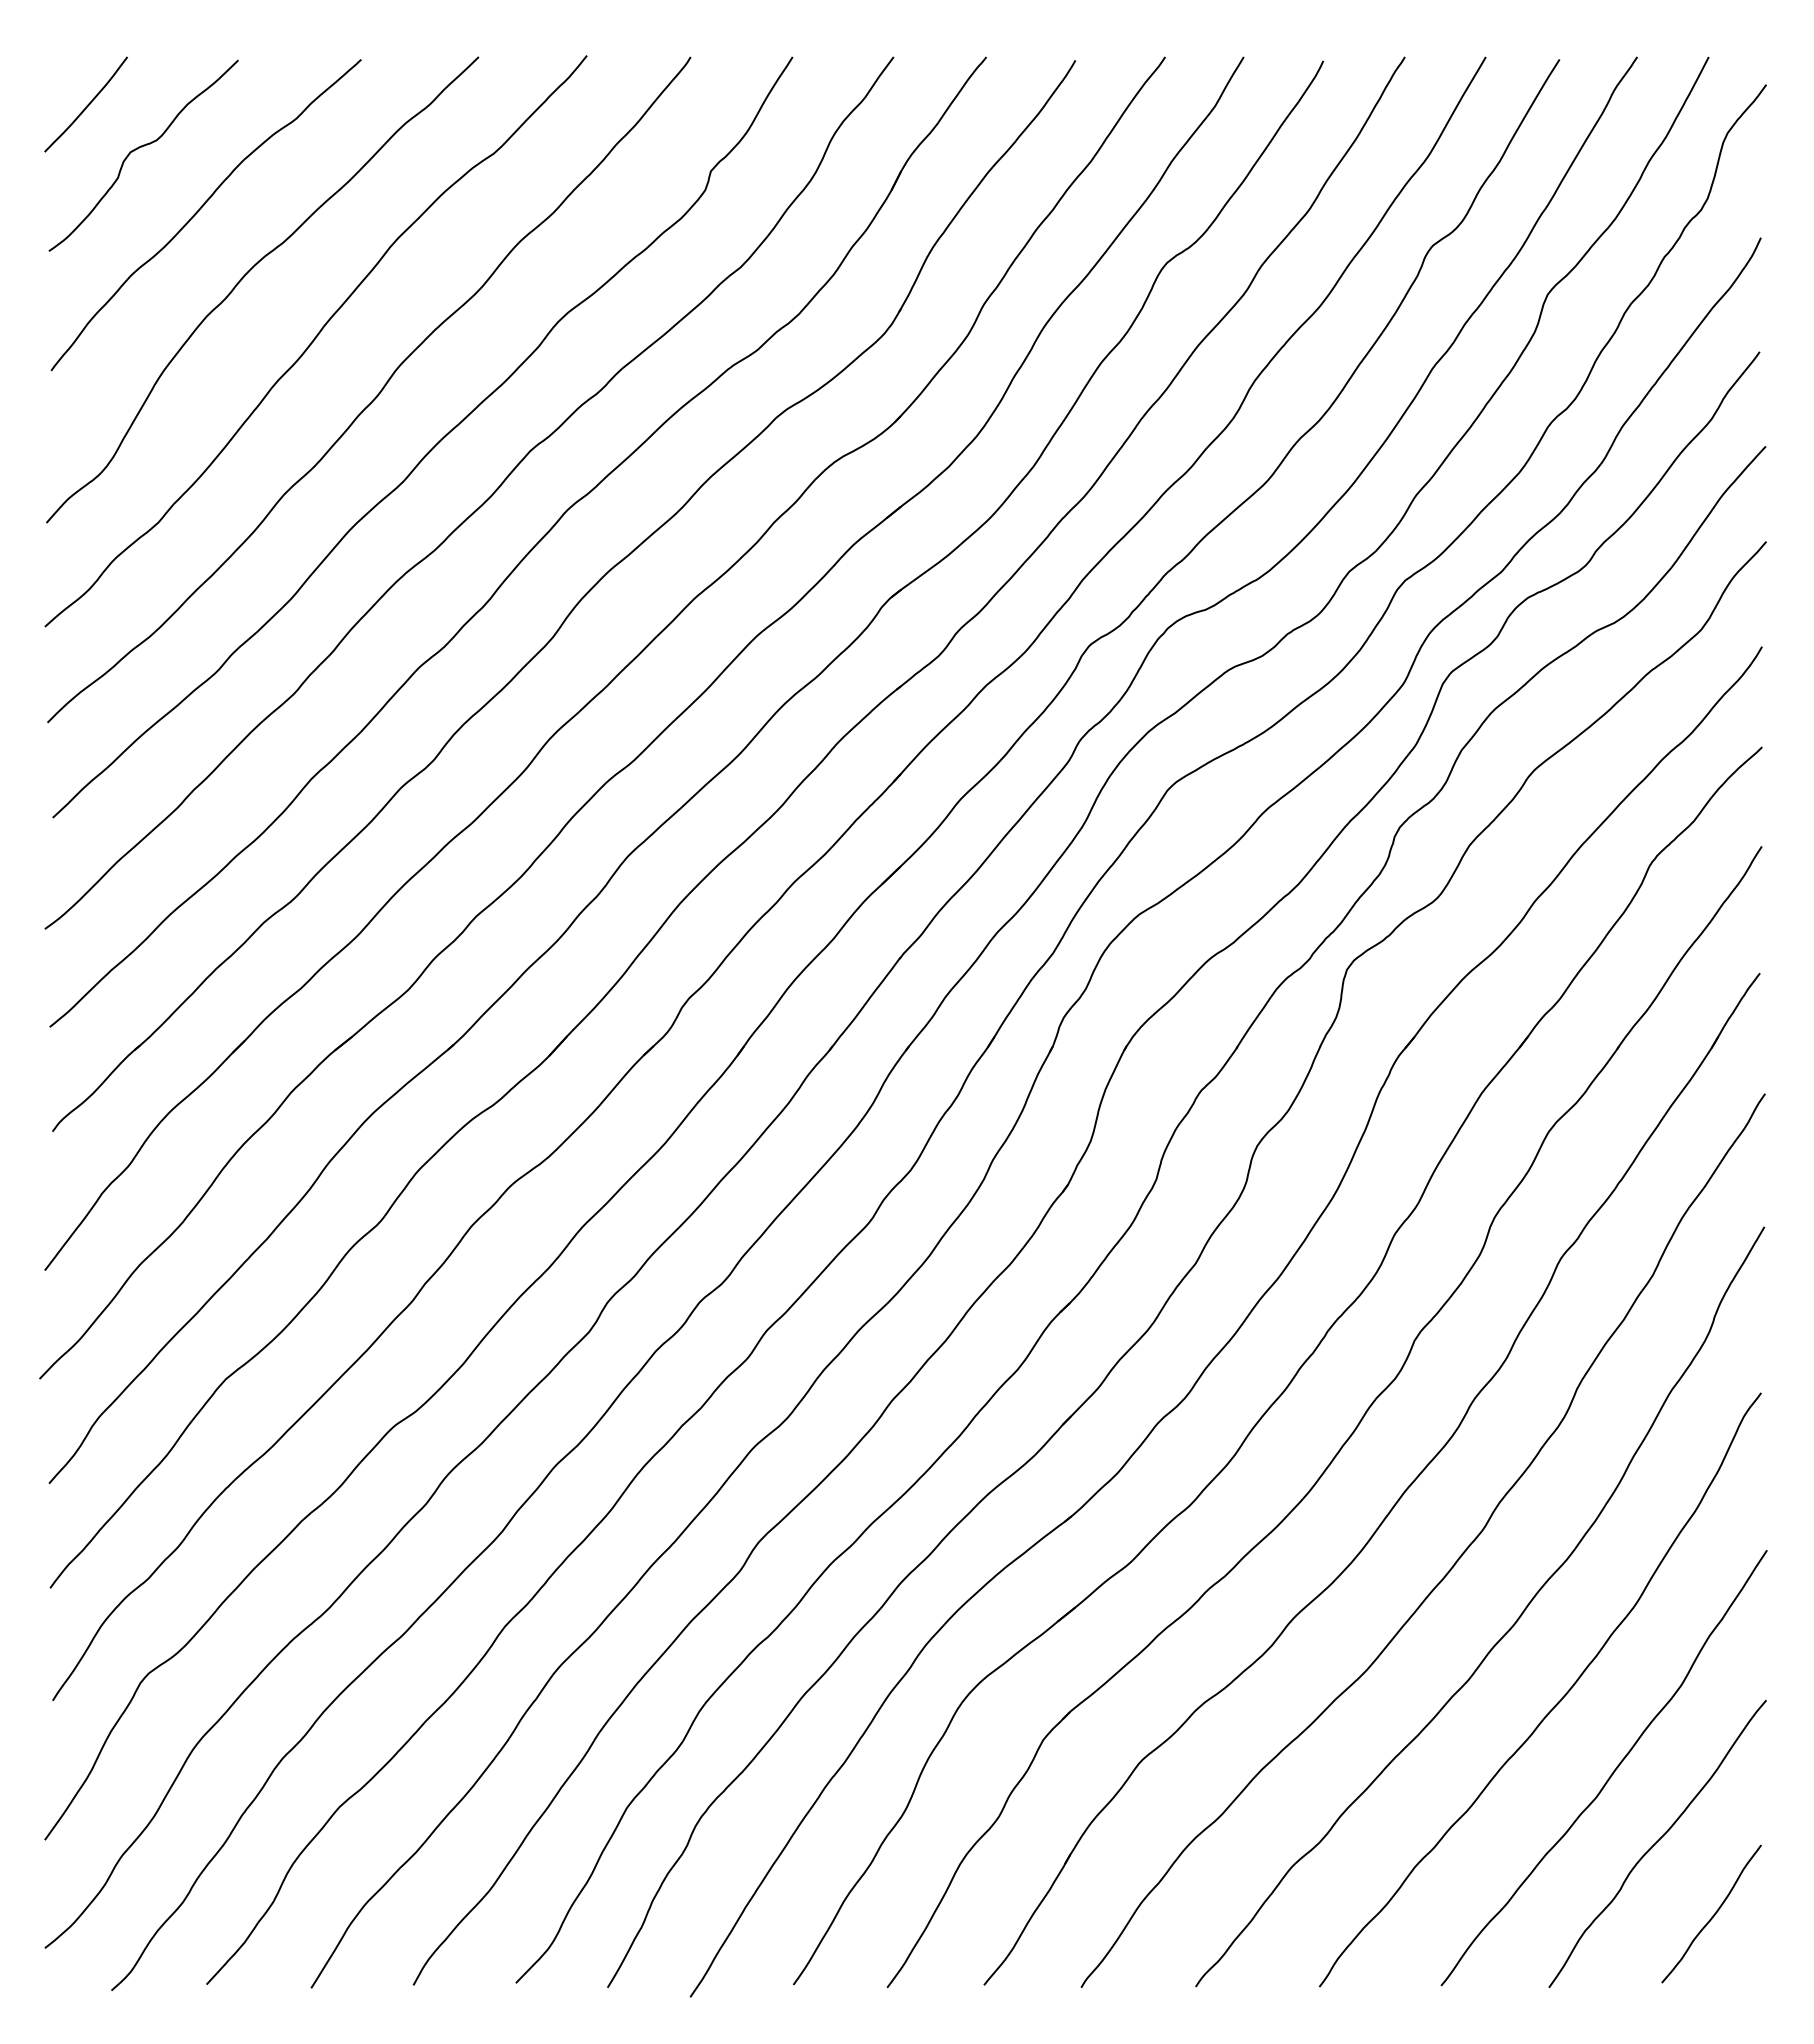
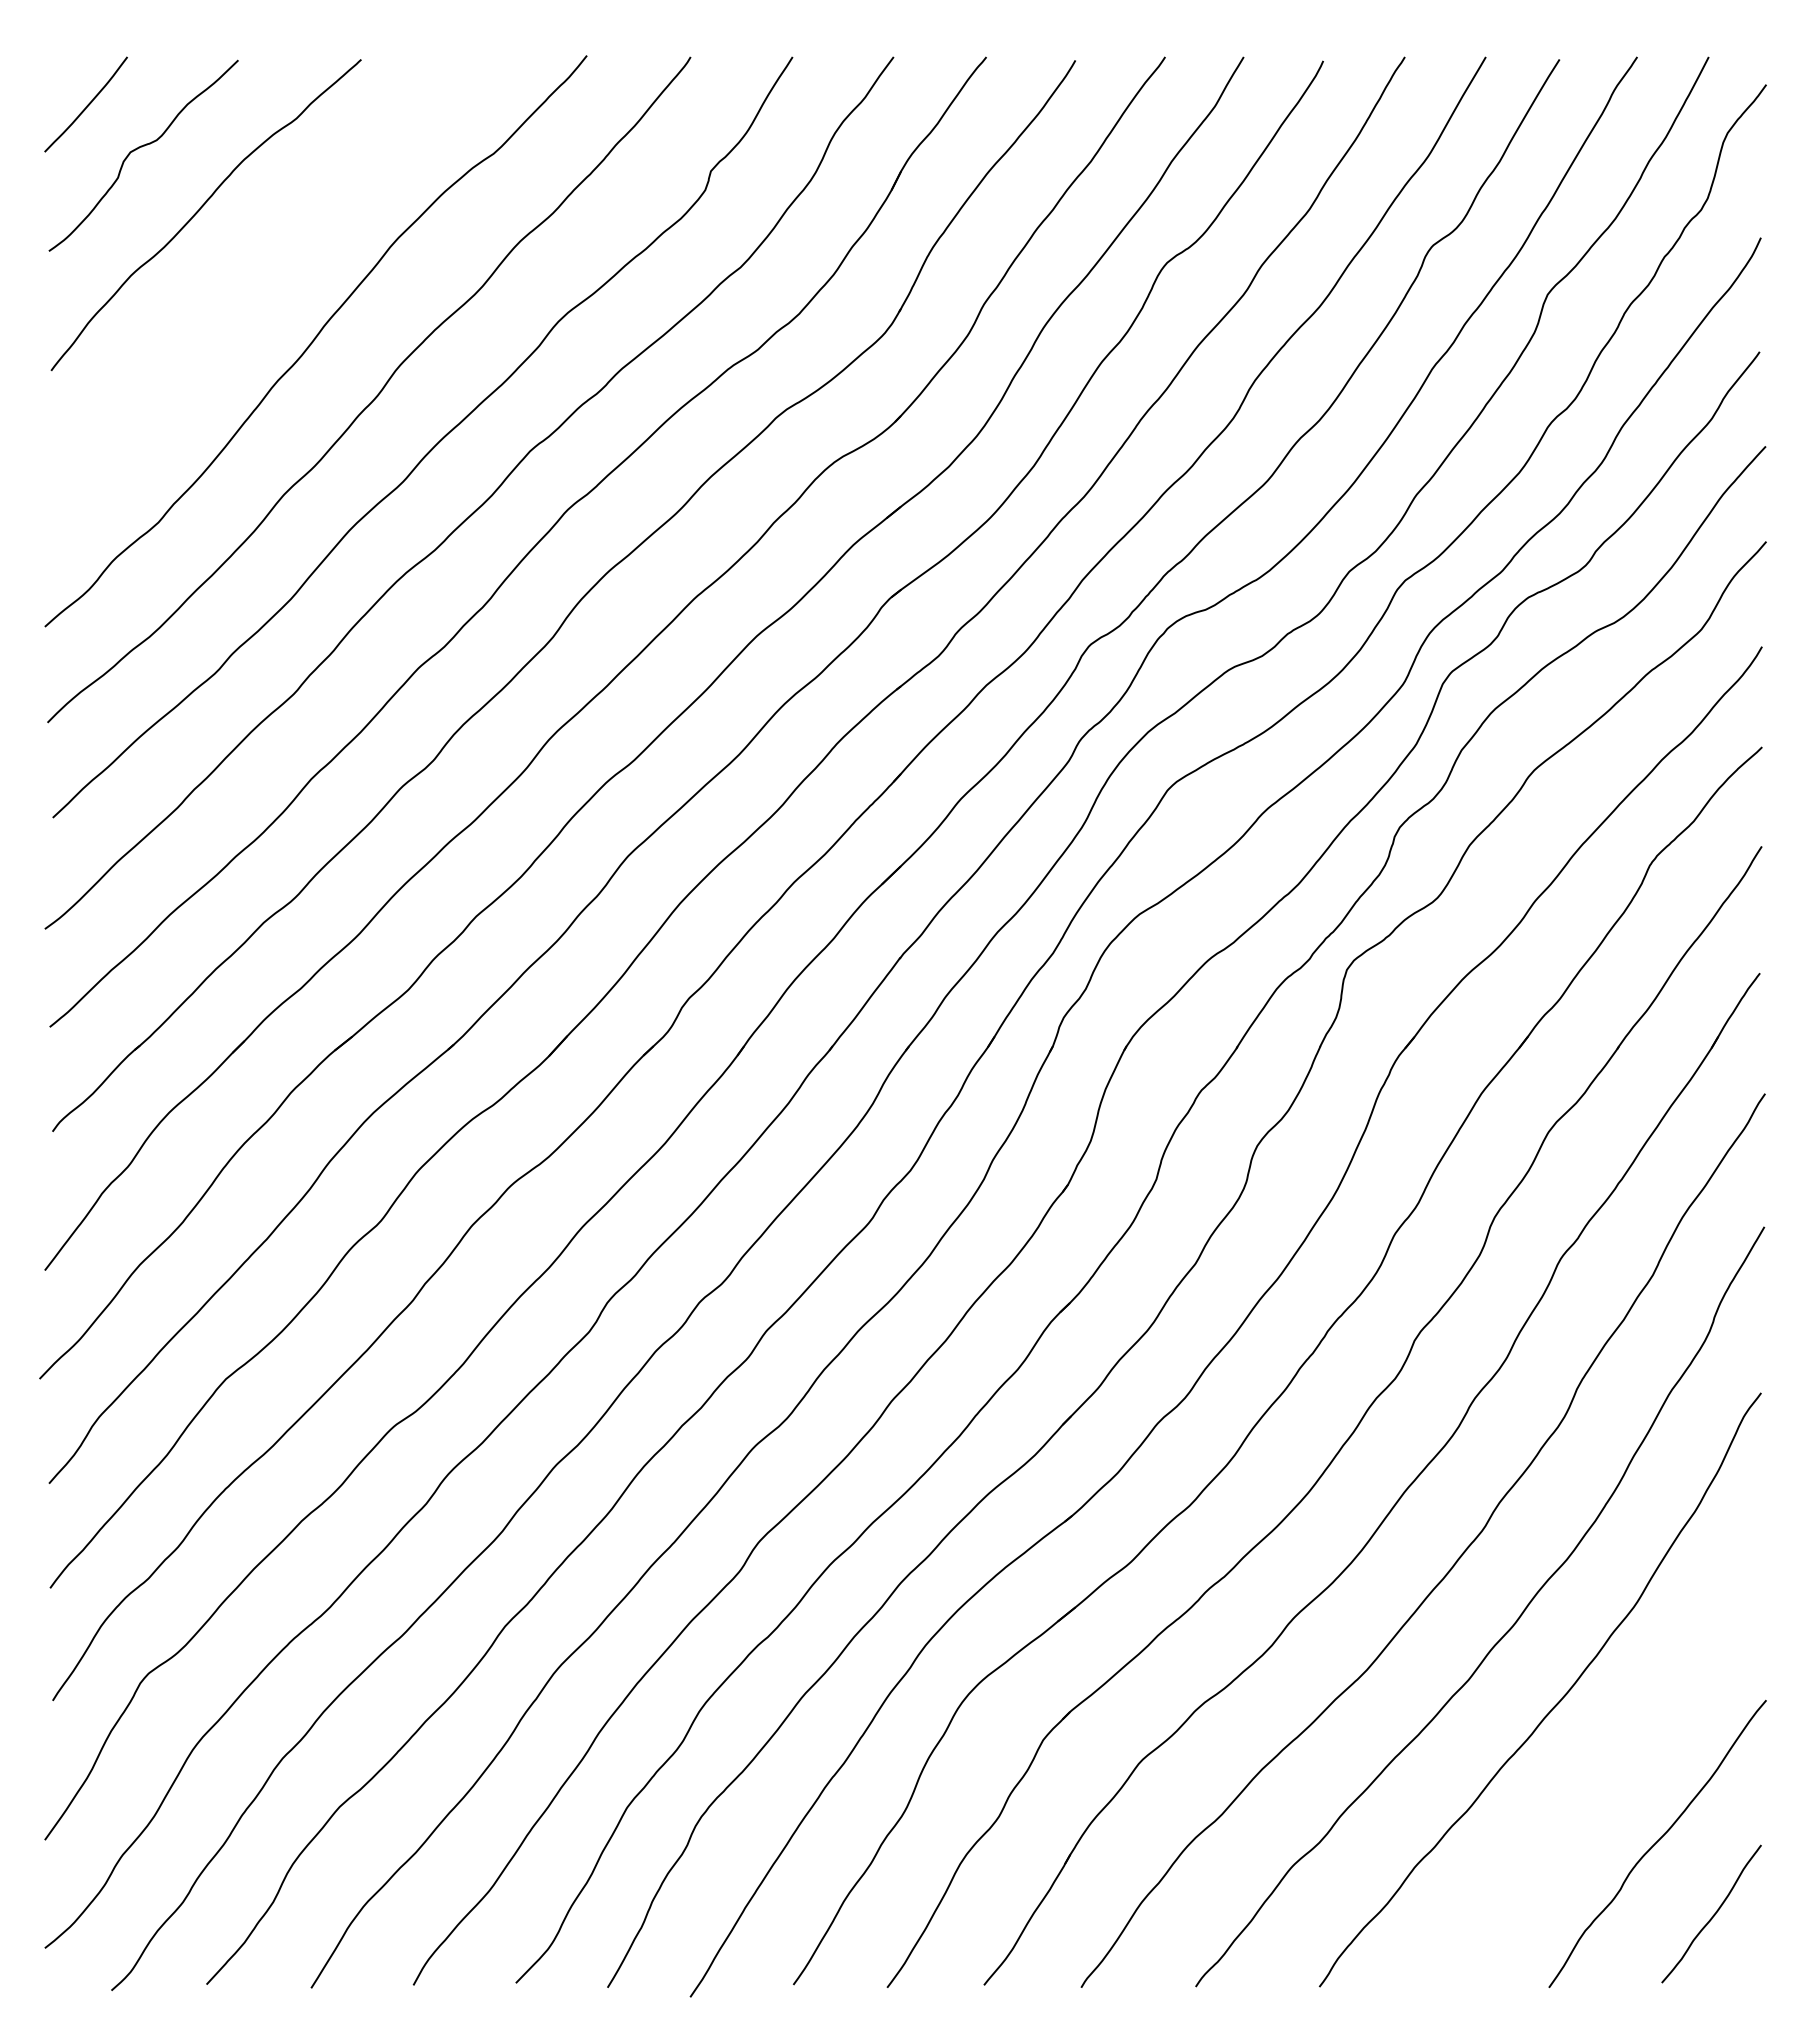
curve at (247, 274): present -> none
curve at (1611, 1773): present -> none
